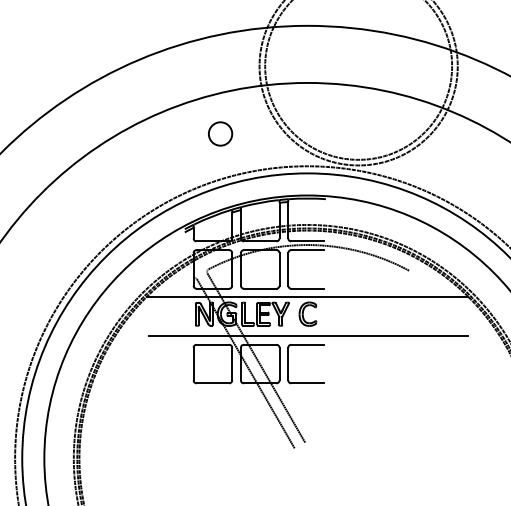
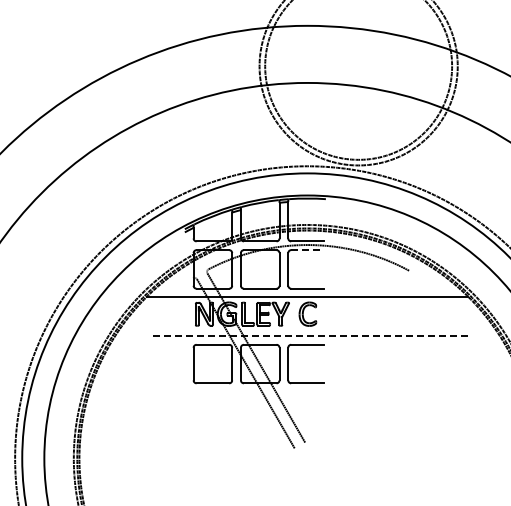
circle at (220, 133): present -> none
line at (308, 250): solid -> dashed
line at (308, 336): solid -> dashed
